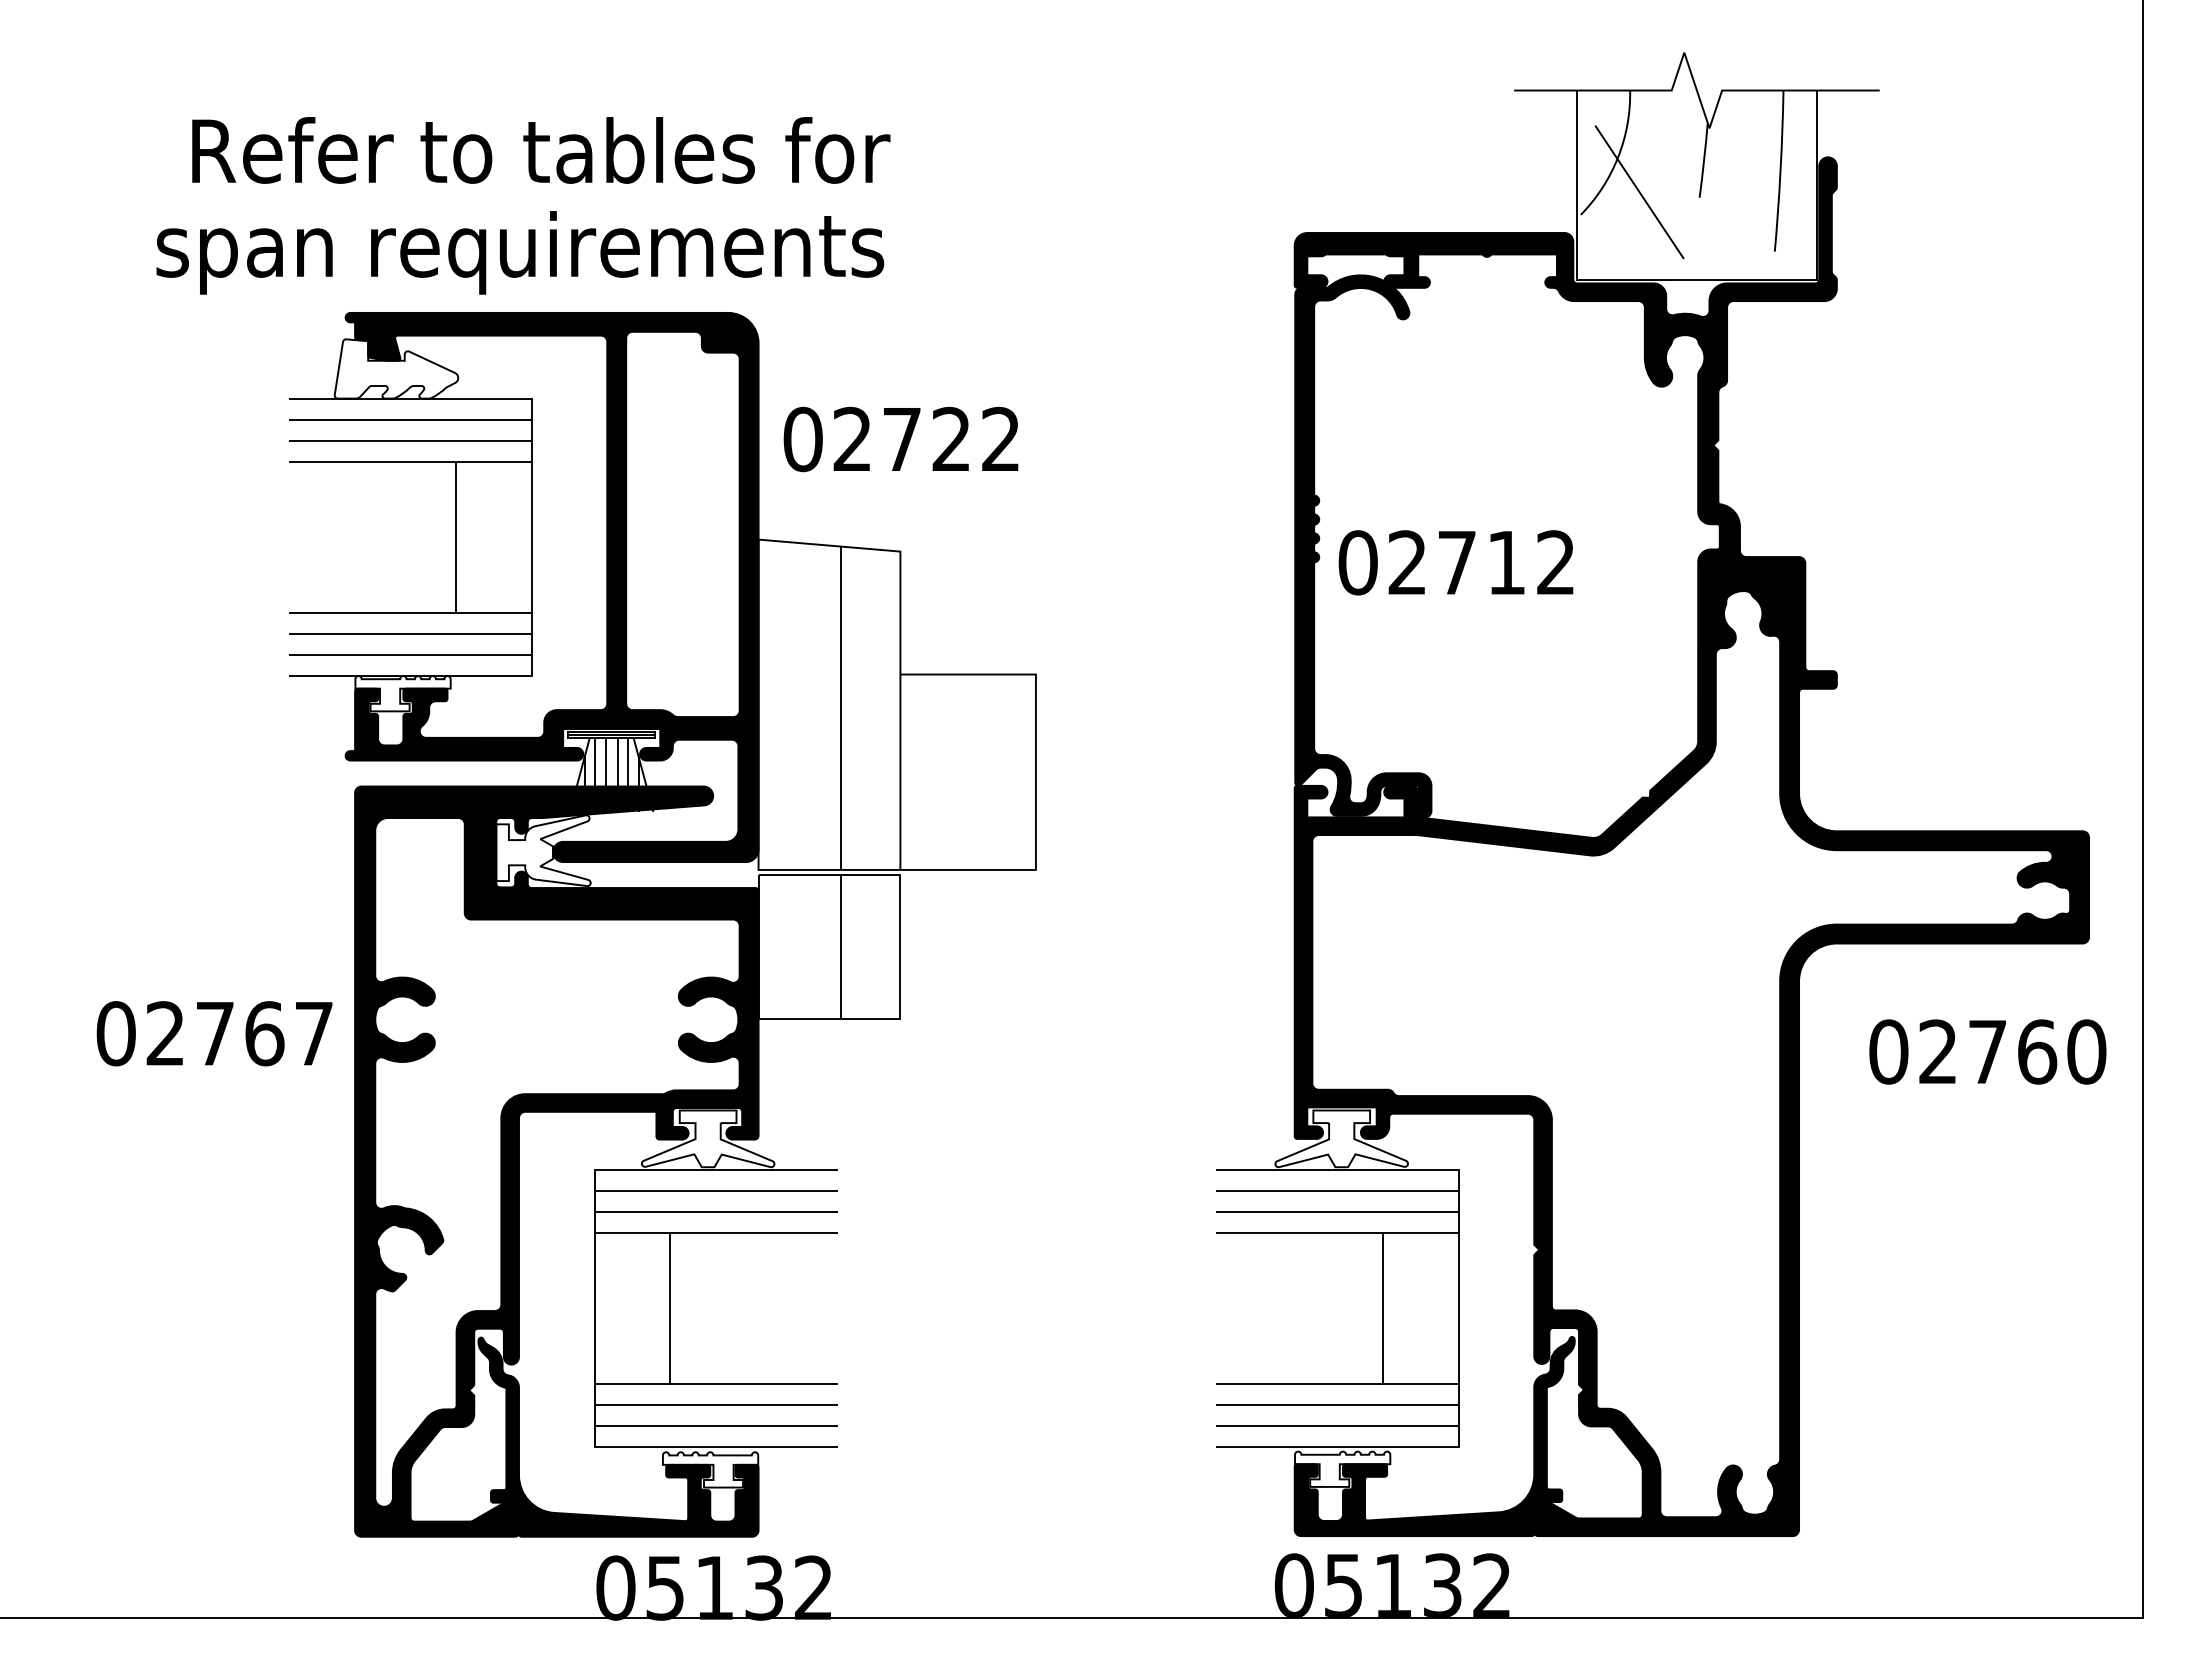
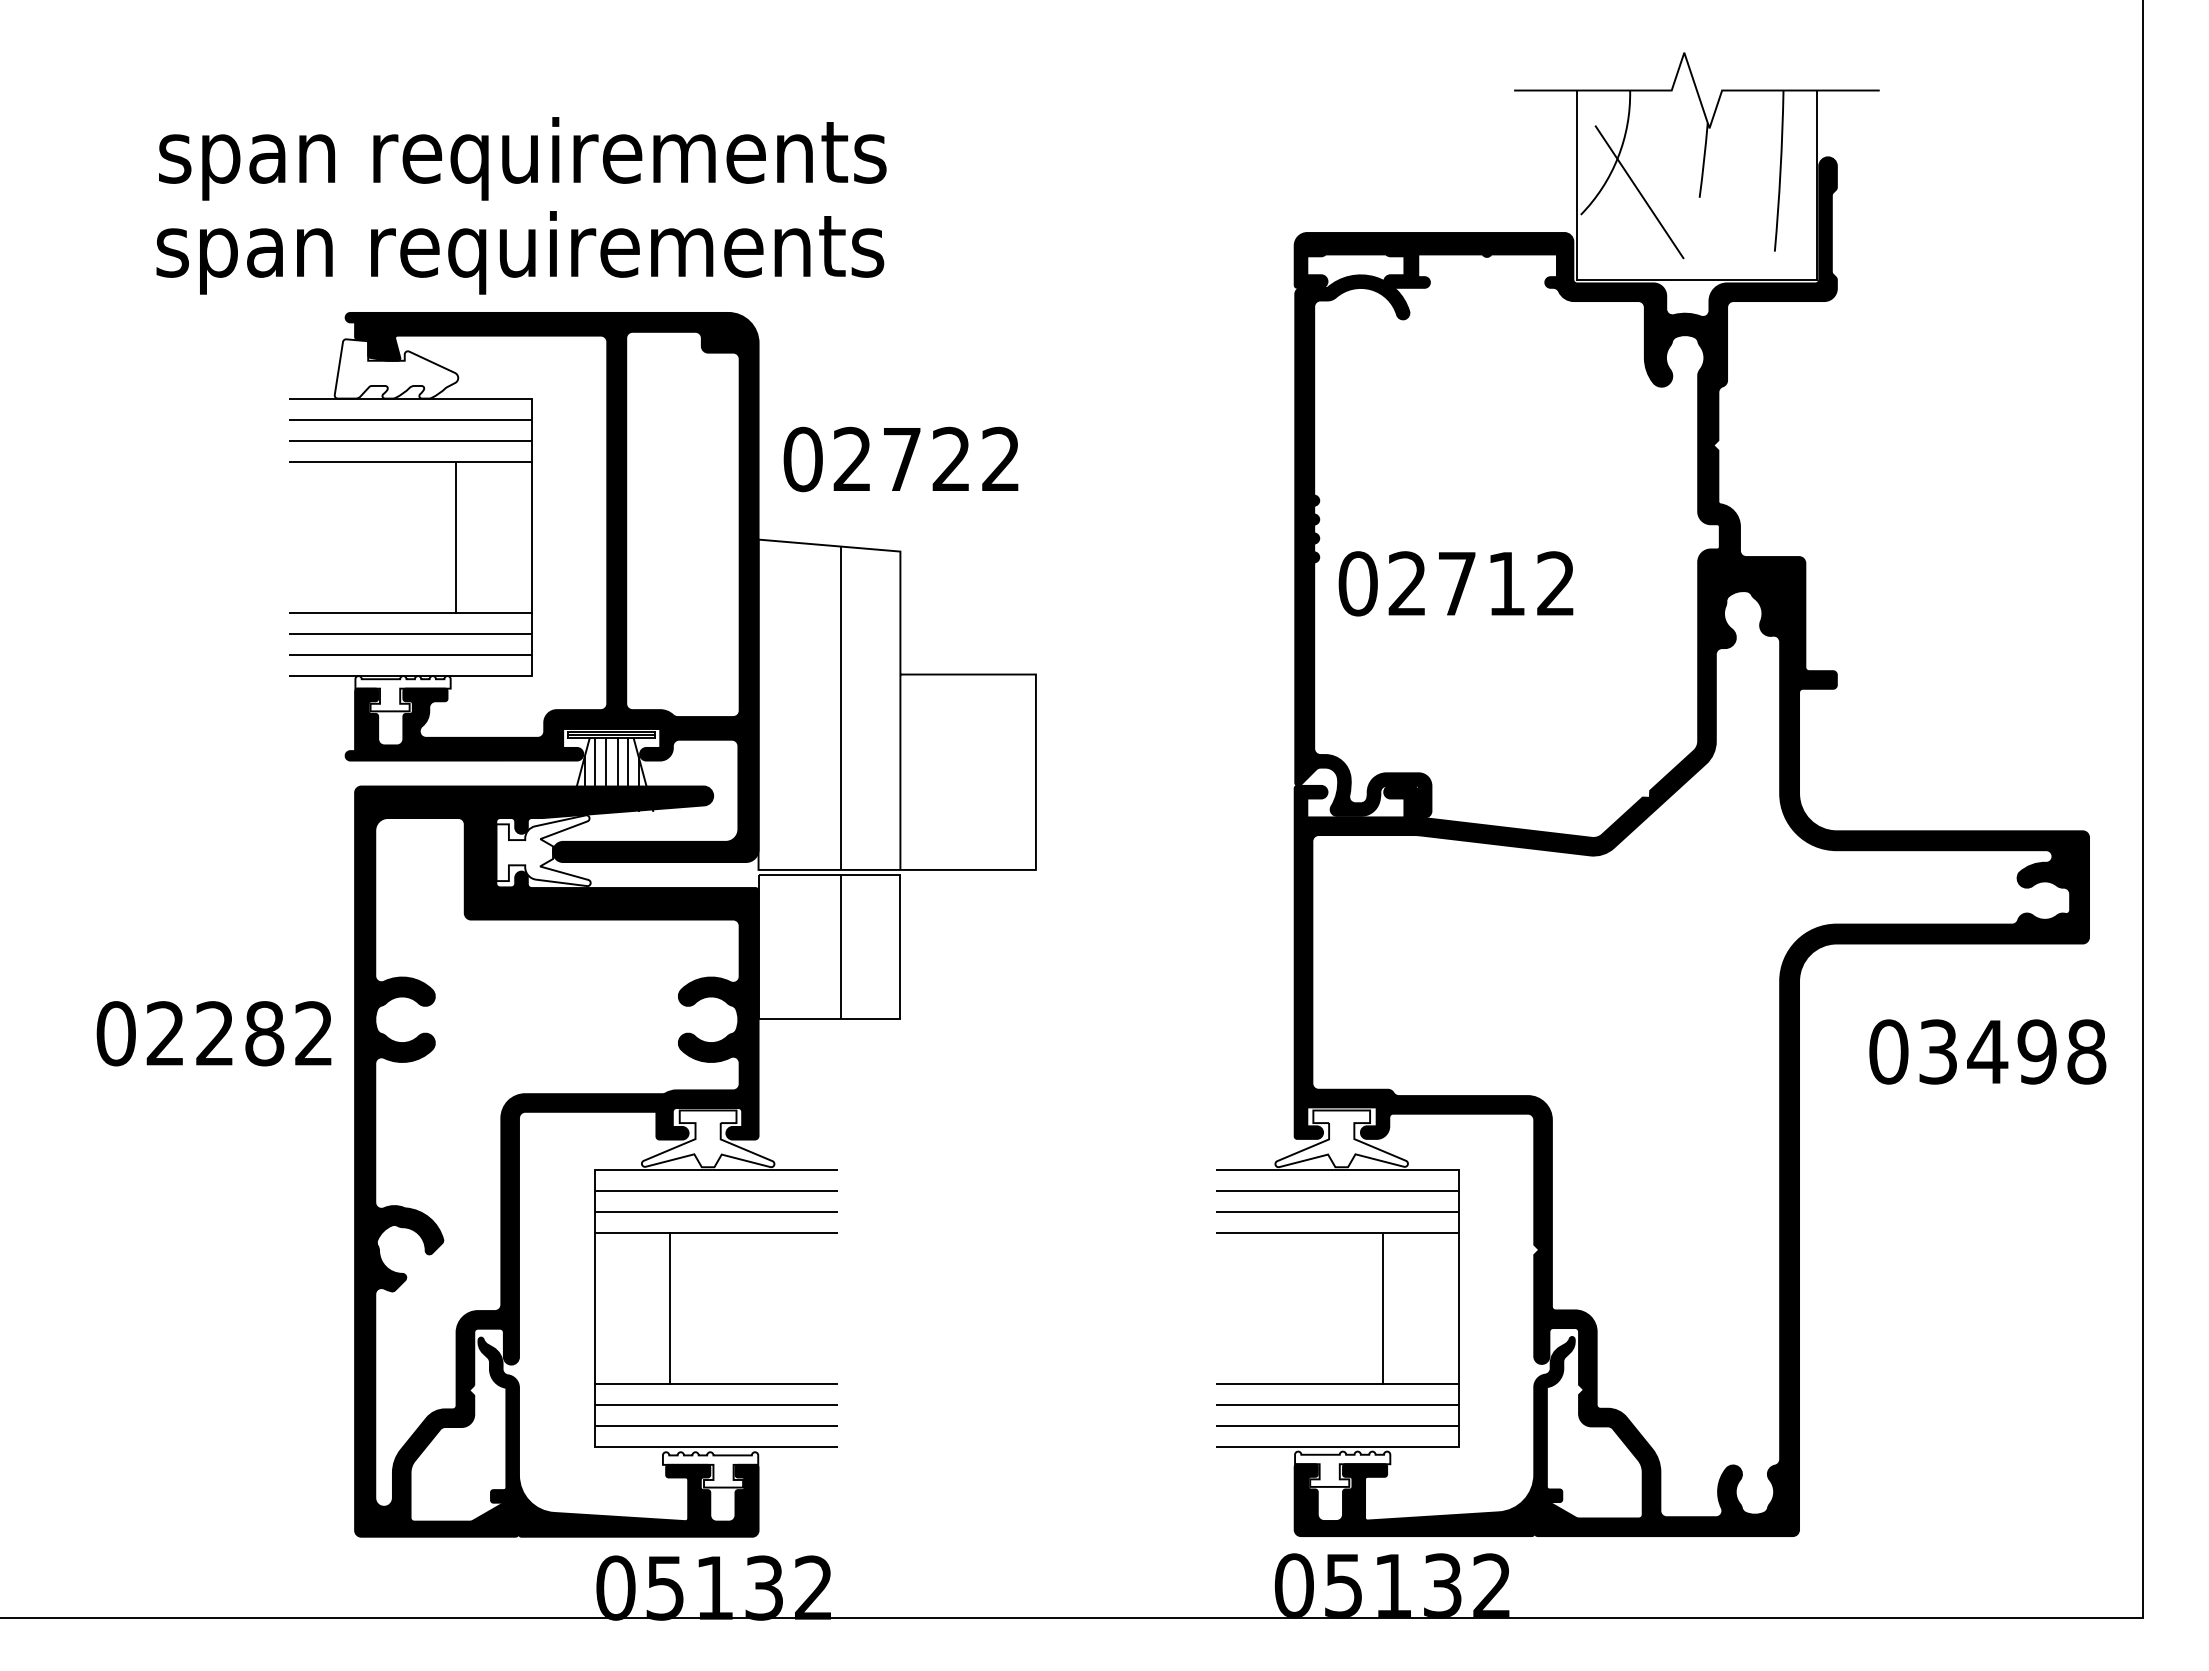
text at (524, 158): Refer to tables for -> span requirements
text at (900, 439) position: (900, 439) -> (900, 459)
text at (1455, 562) position: (1455, 562) -> (1455, 583)
text at (264, 1033): 02767 -> 02282
text at (2012, 1051): 02760 -> 03498
